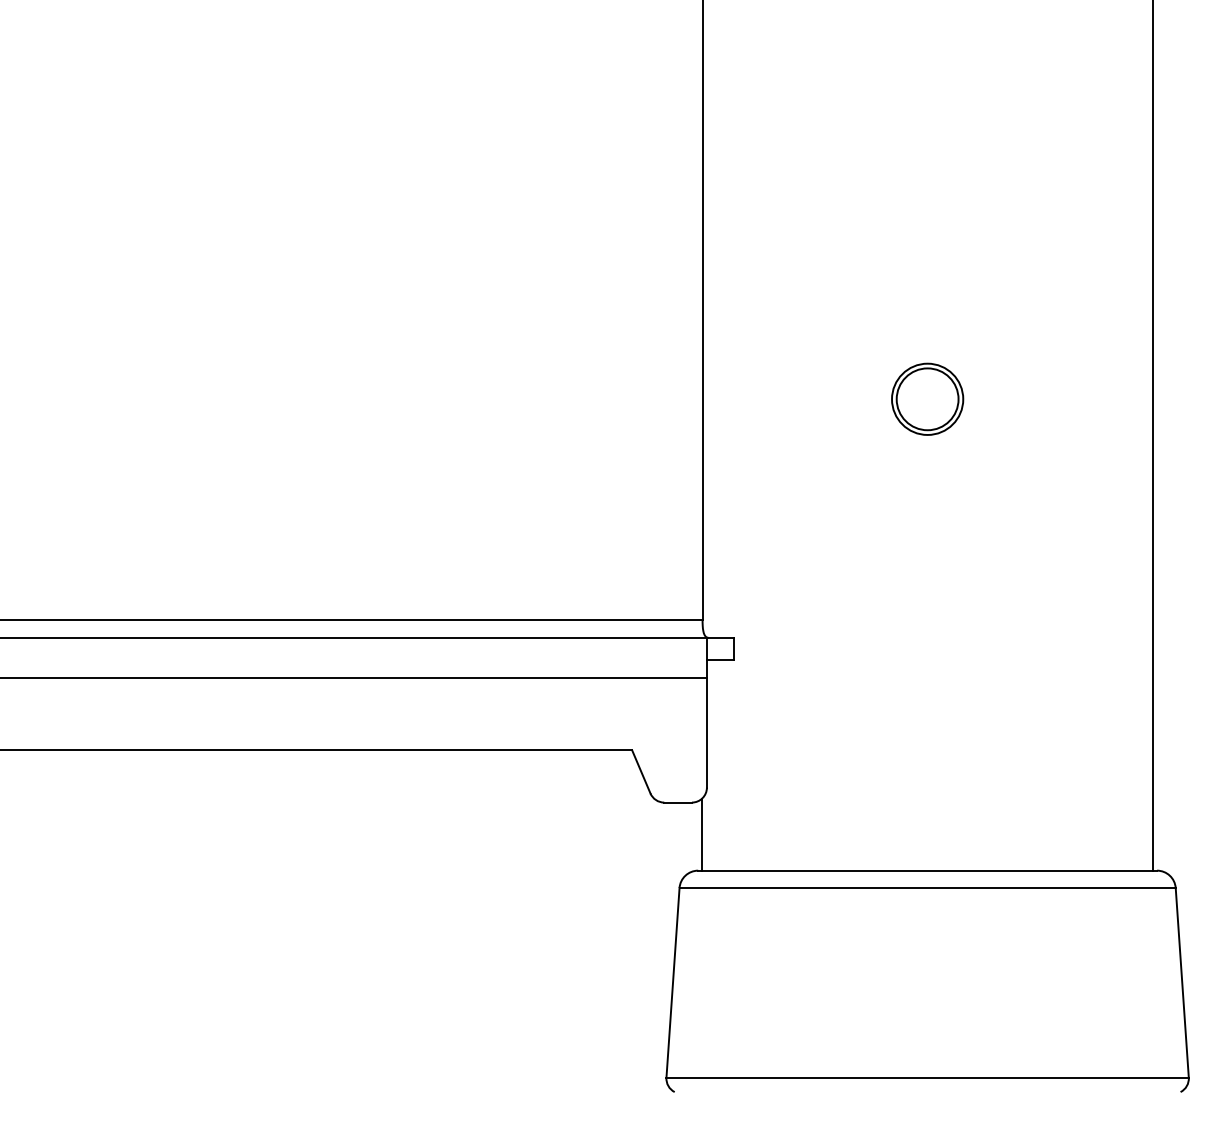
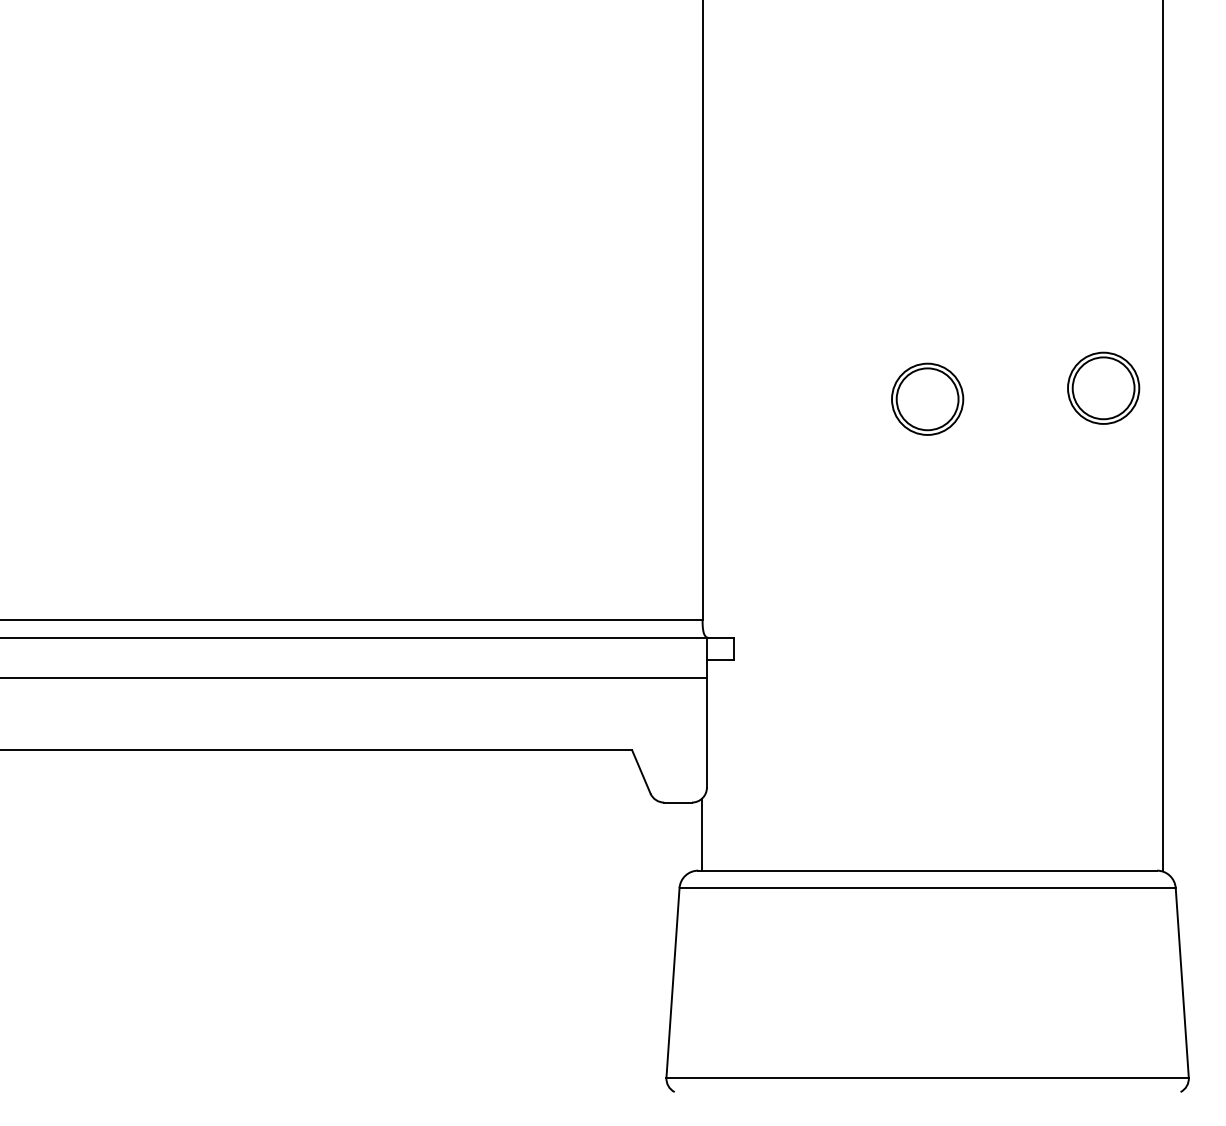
part at (1103, 387): none -> present
line at (1153, 436) position: (1153, 436) -> (1163, 436)
